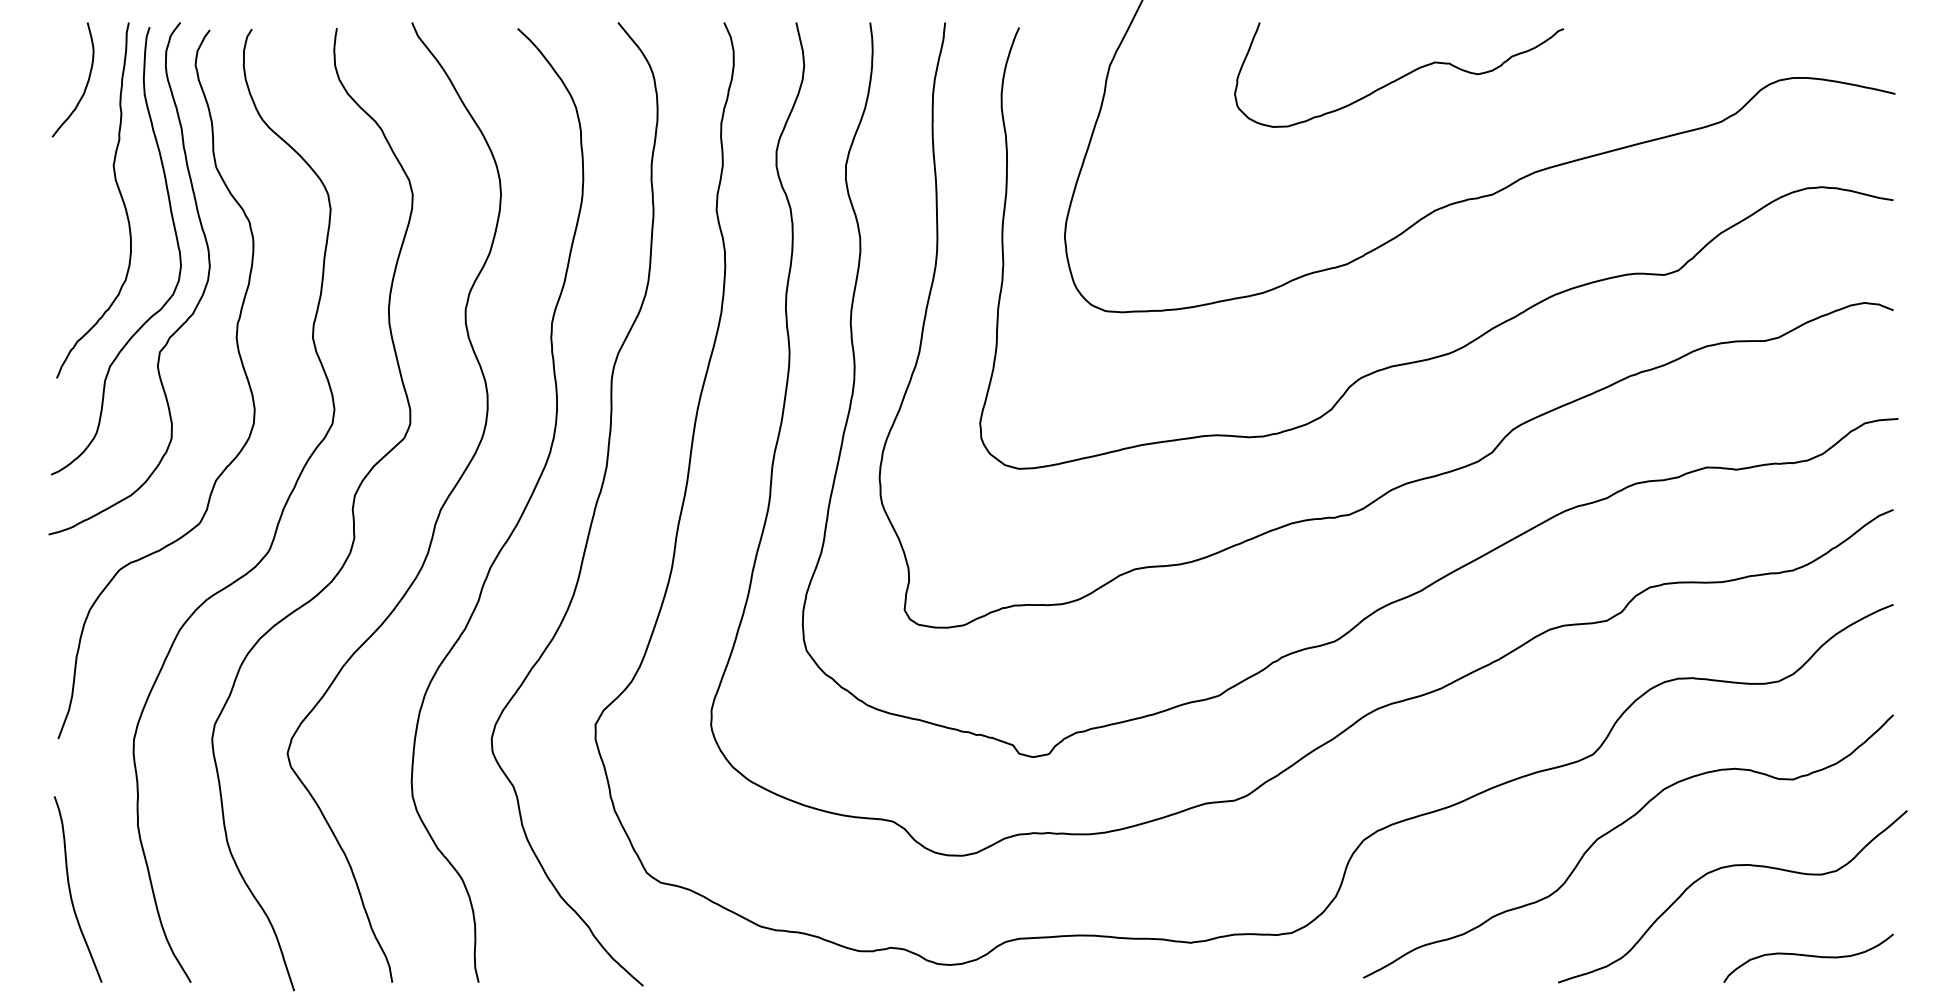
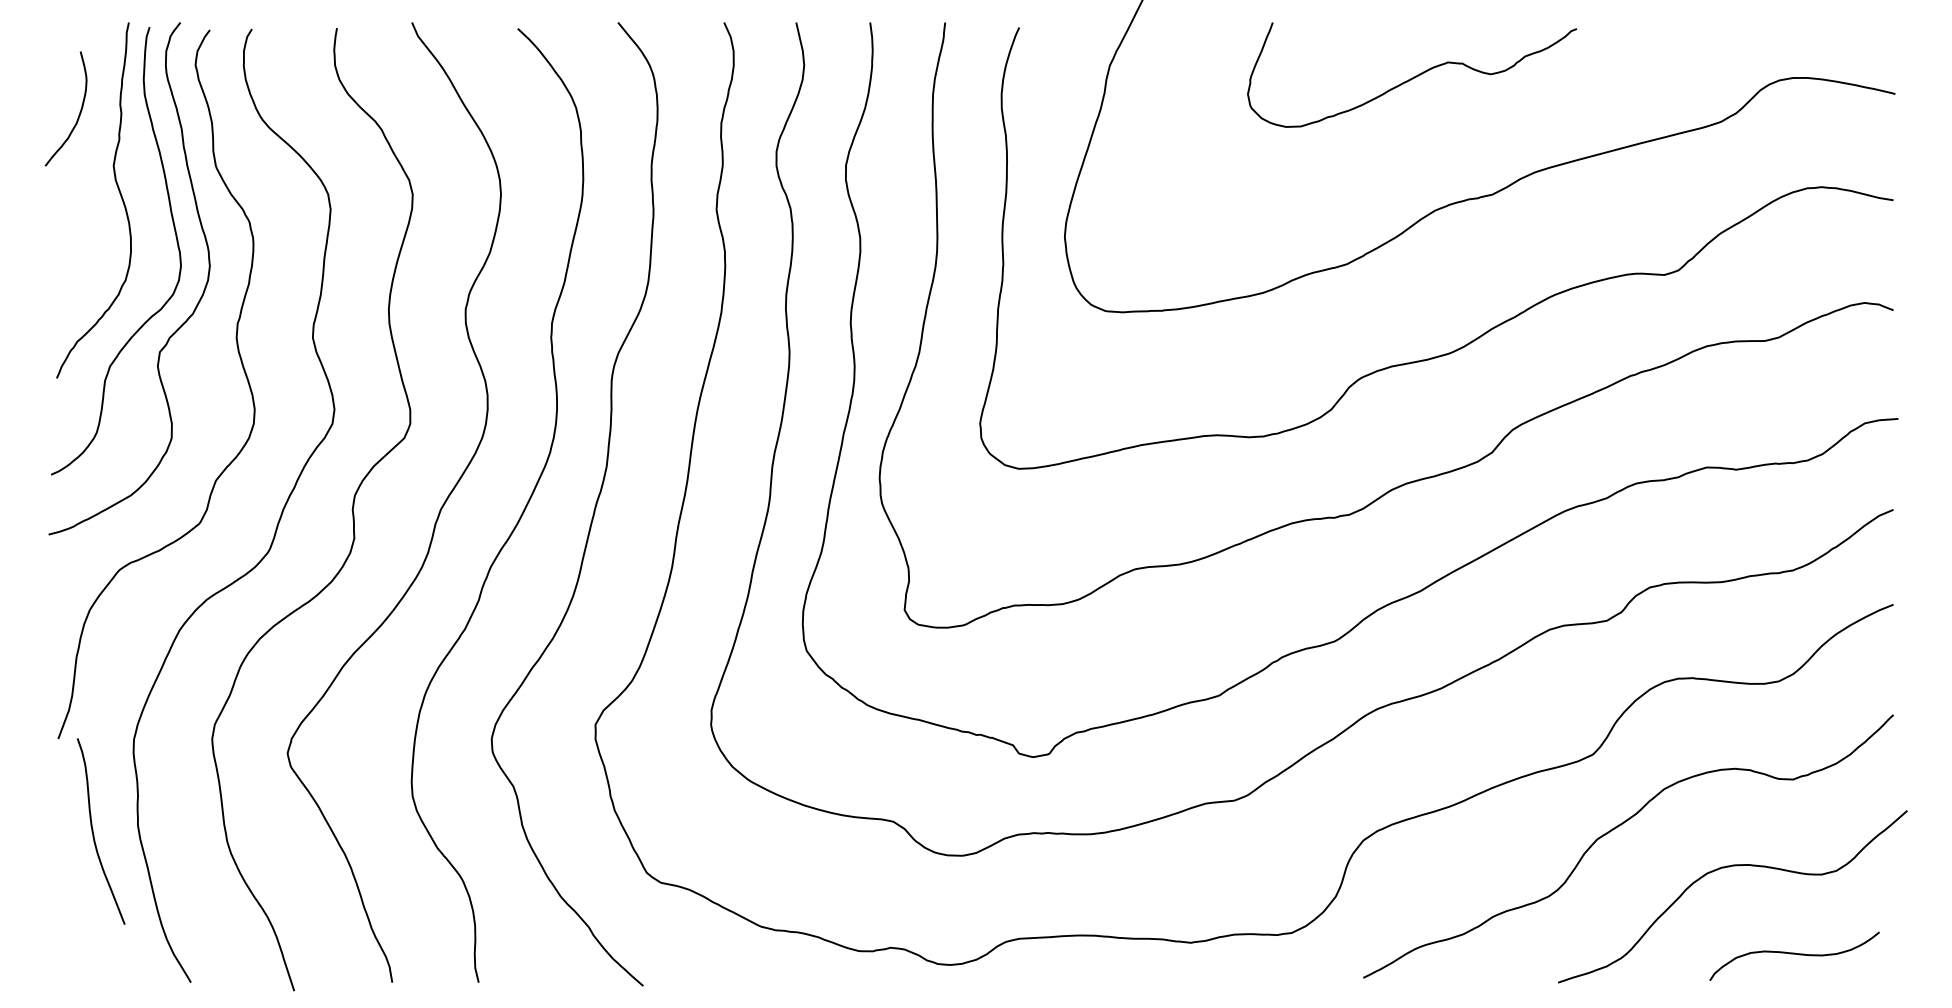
curve at (1401, 76) position: (1401, 76) -> (1414, 76)
curve at (85, 85) position: (85, 85) -> (78, 114)
curve at (71, 892) position: (71, 892) -> (94, 834)
curve at (1808, 956) position: (1808, 956) -> (1794, 954)
